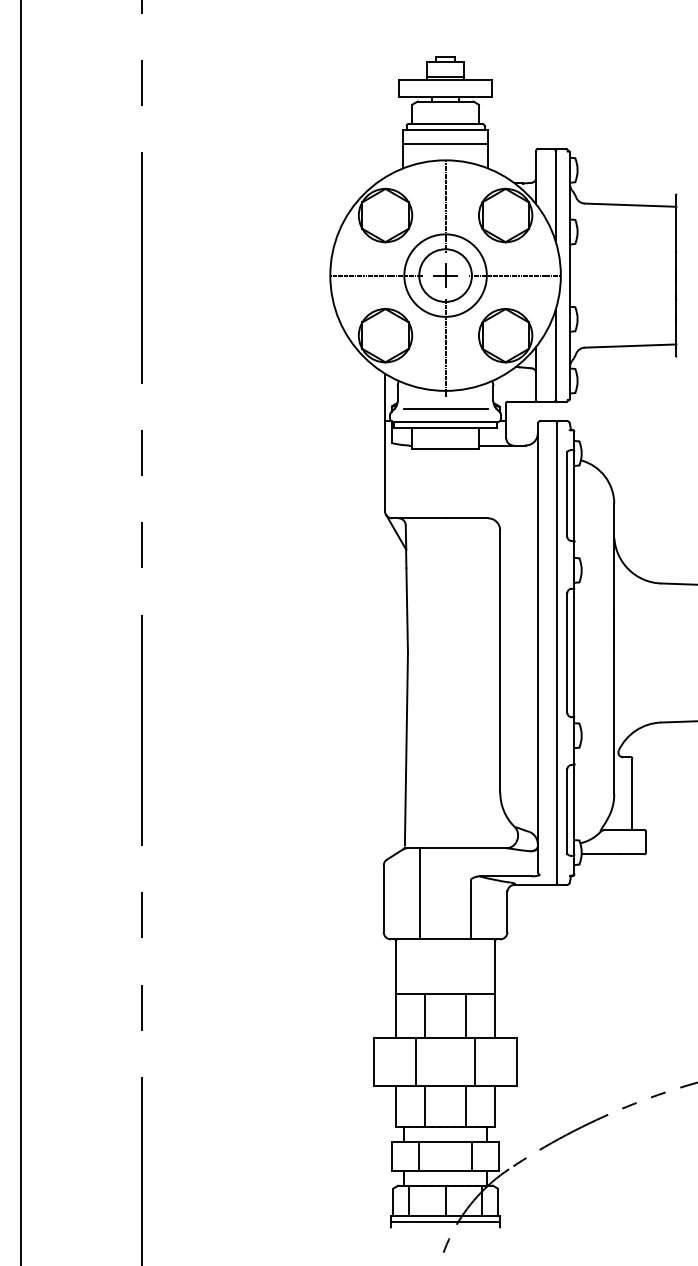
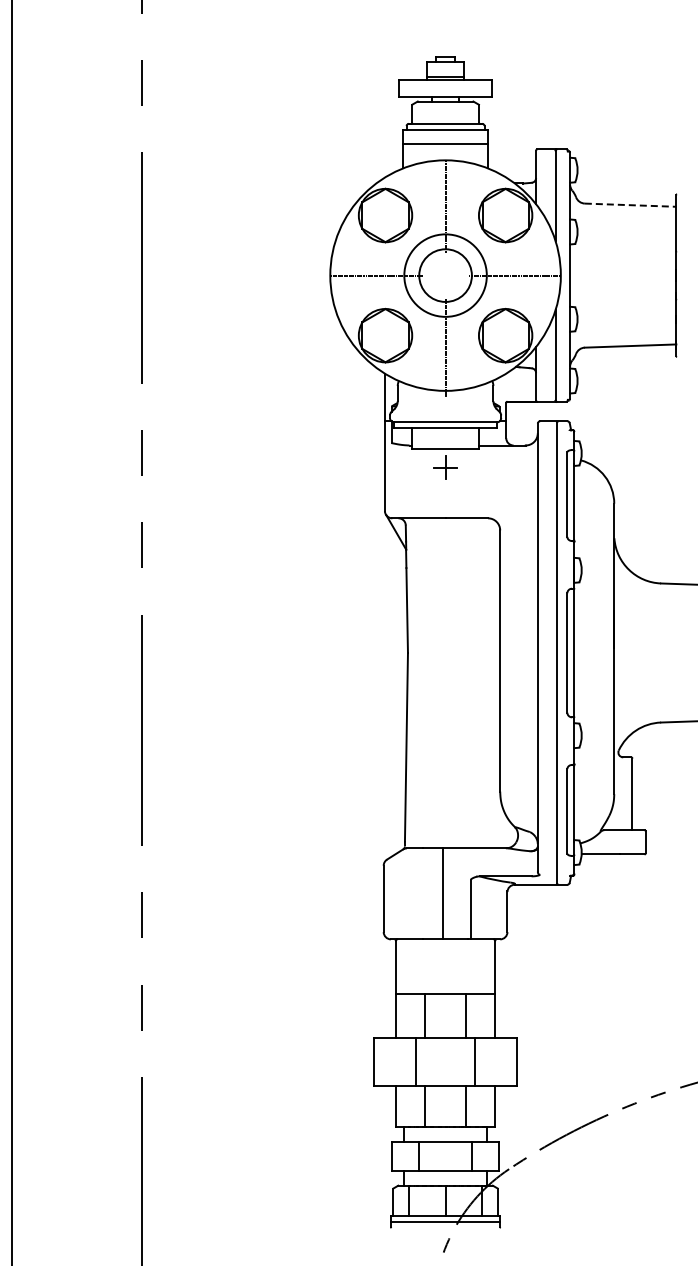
line at (630, 205): solid -> dashed
part at (445, 275) position: (445, 275) -> (445, 467)
line at (445, 409): present -> none
line at (20, 632) position: (20, 632) -> (11, 632)
line at (420, 893) position: (420, 893) -> (443, 893)
